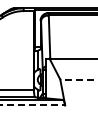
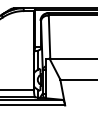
line at (78, 79): dashed -> solid
line at (33, 105): dashed -> solid
